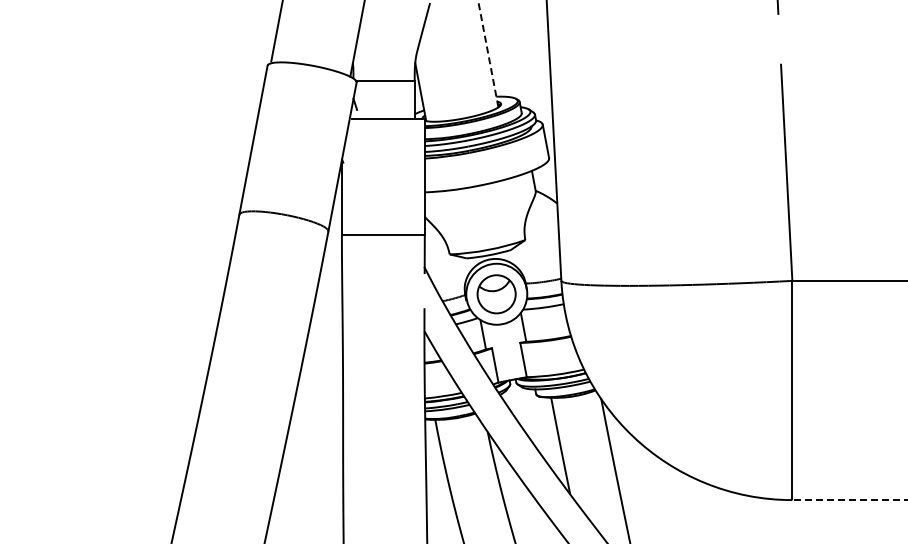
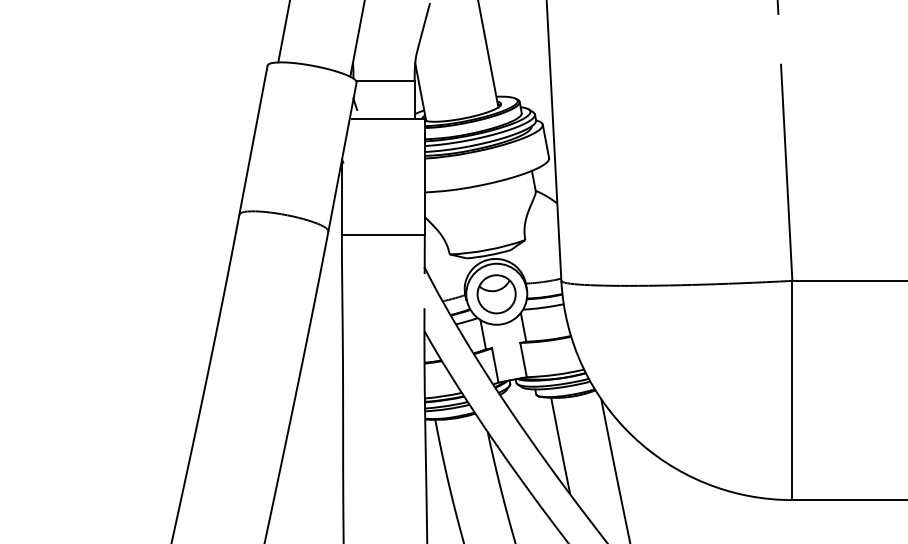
line at (276, 31) position: (276, 31) -> (283, 32)
line at (488, 53): dashed -> solid
line at (849, 500): dashed -> solid
